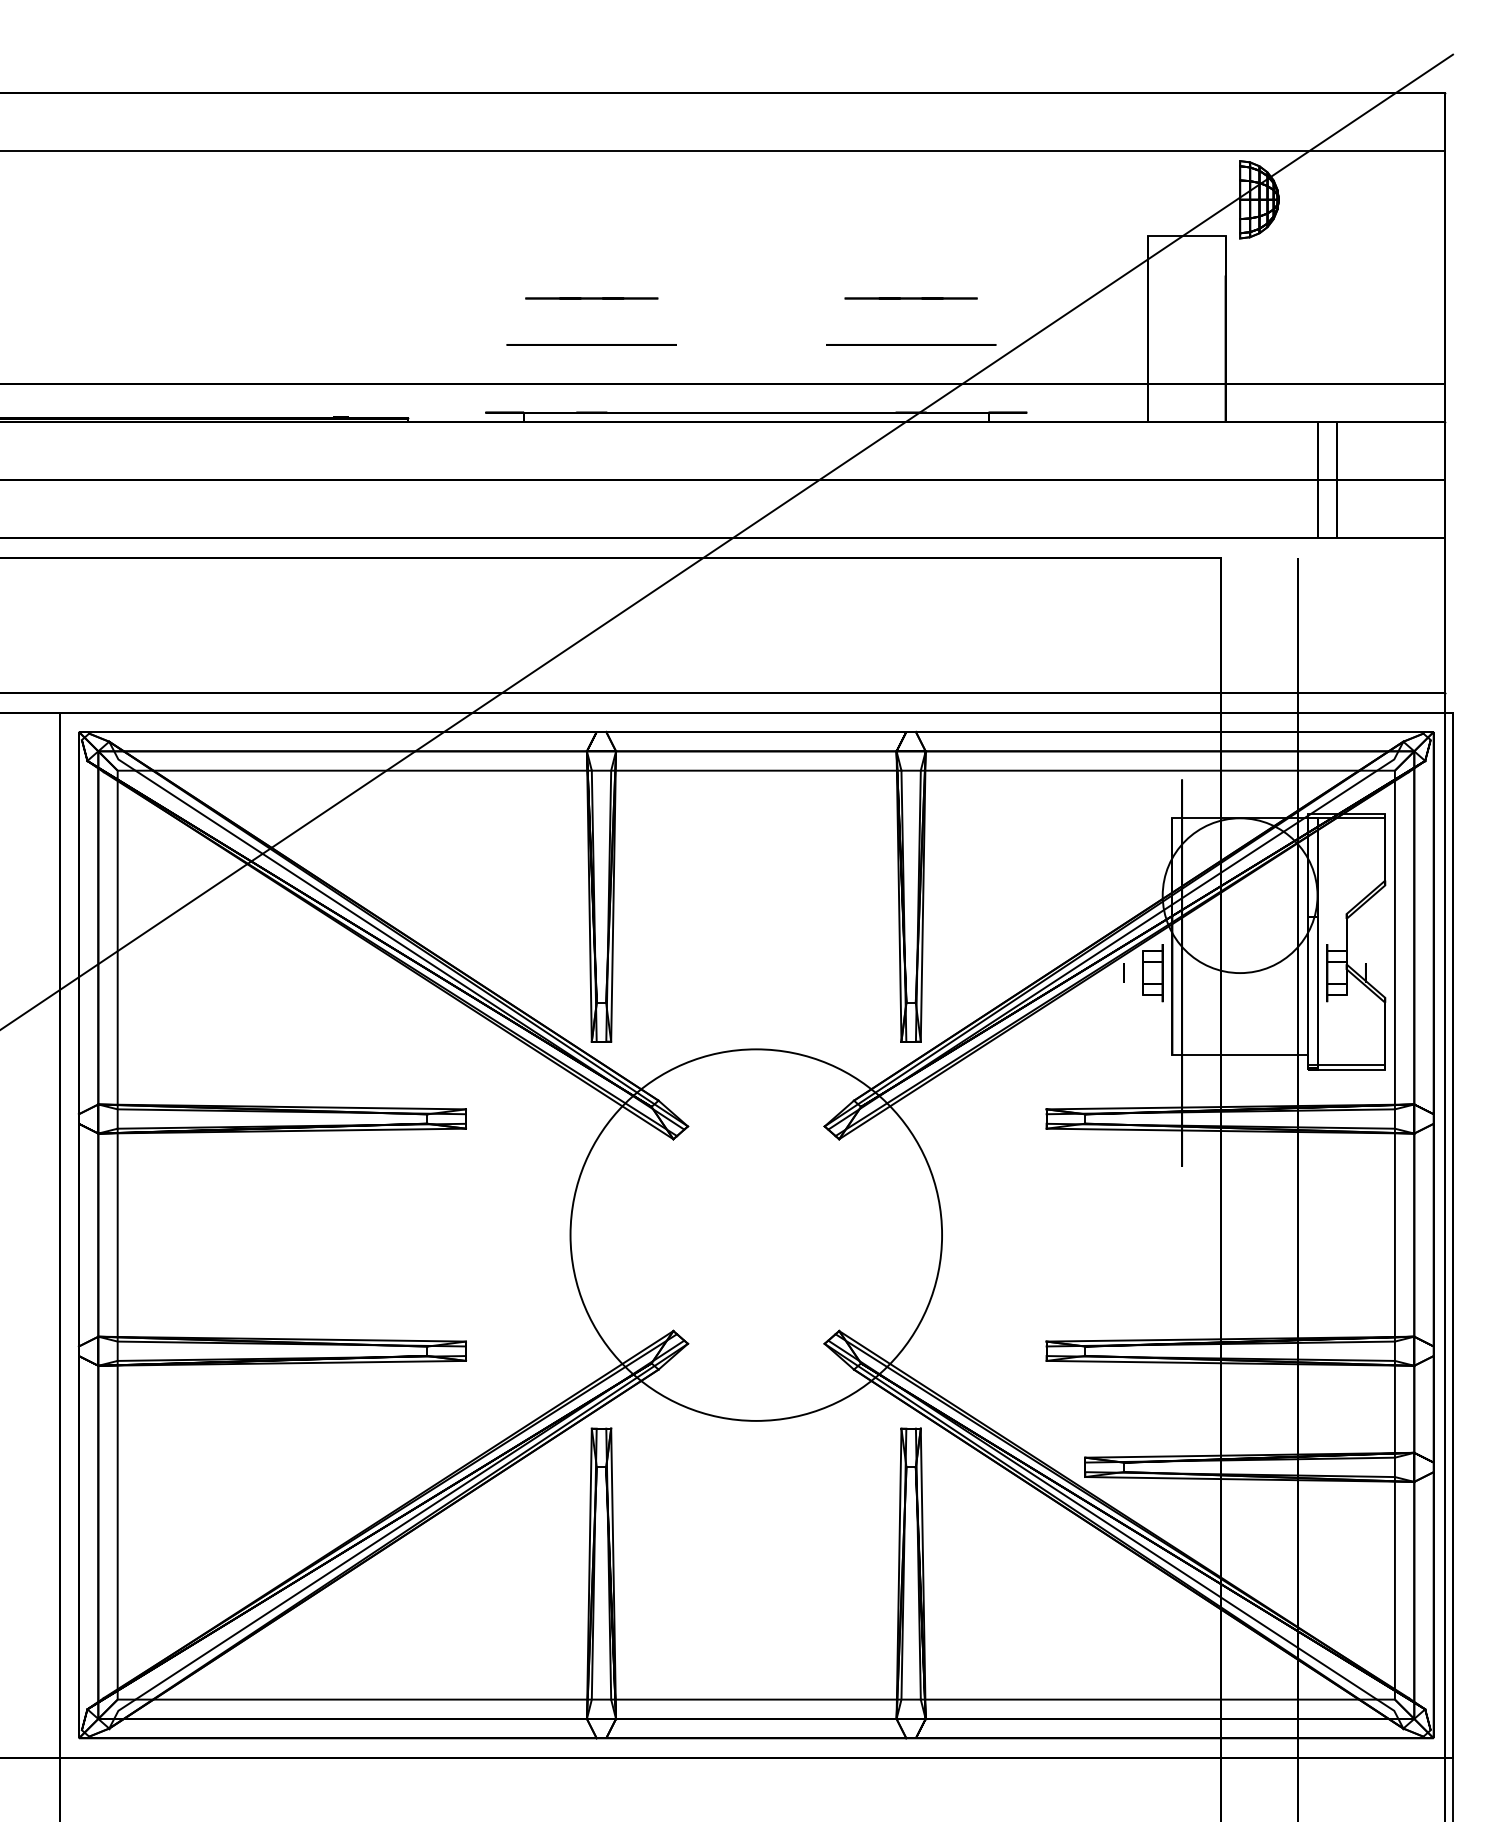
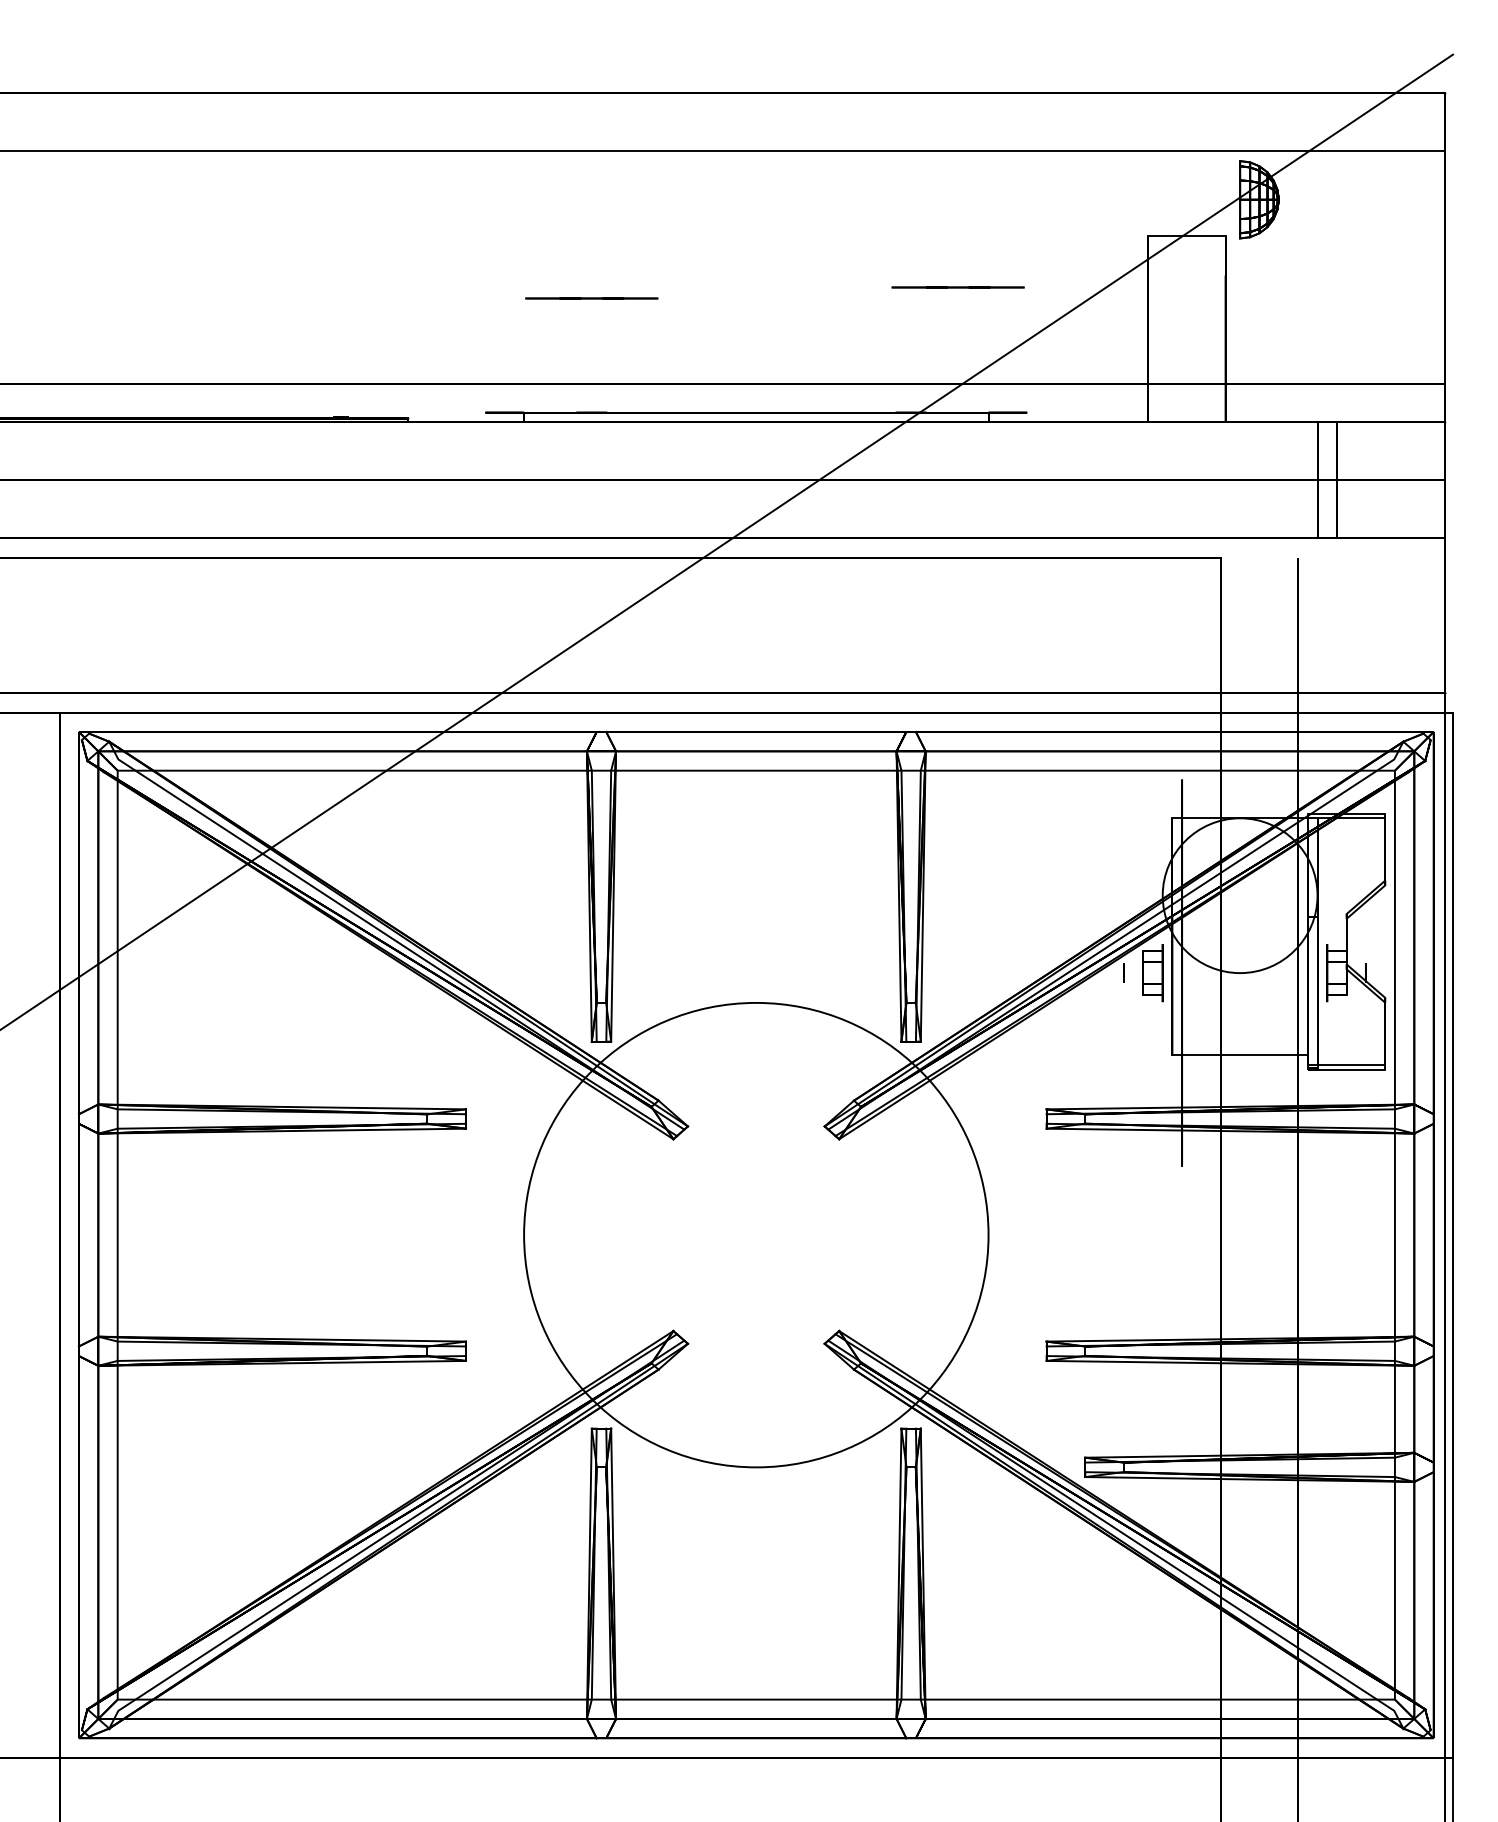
line at (910, 298) position: (910, 298) -> (957, 287)
circle at (591, 344): present -> none
circle at (911, 344): present -> none
circle at (756, 1234) diameter: 372 px -> 464 px
